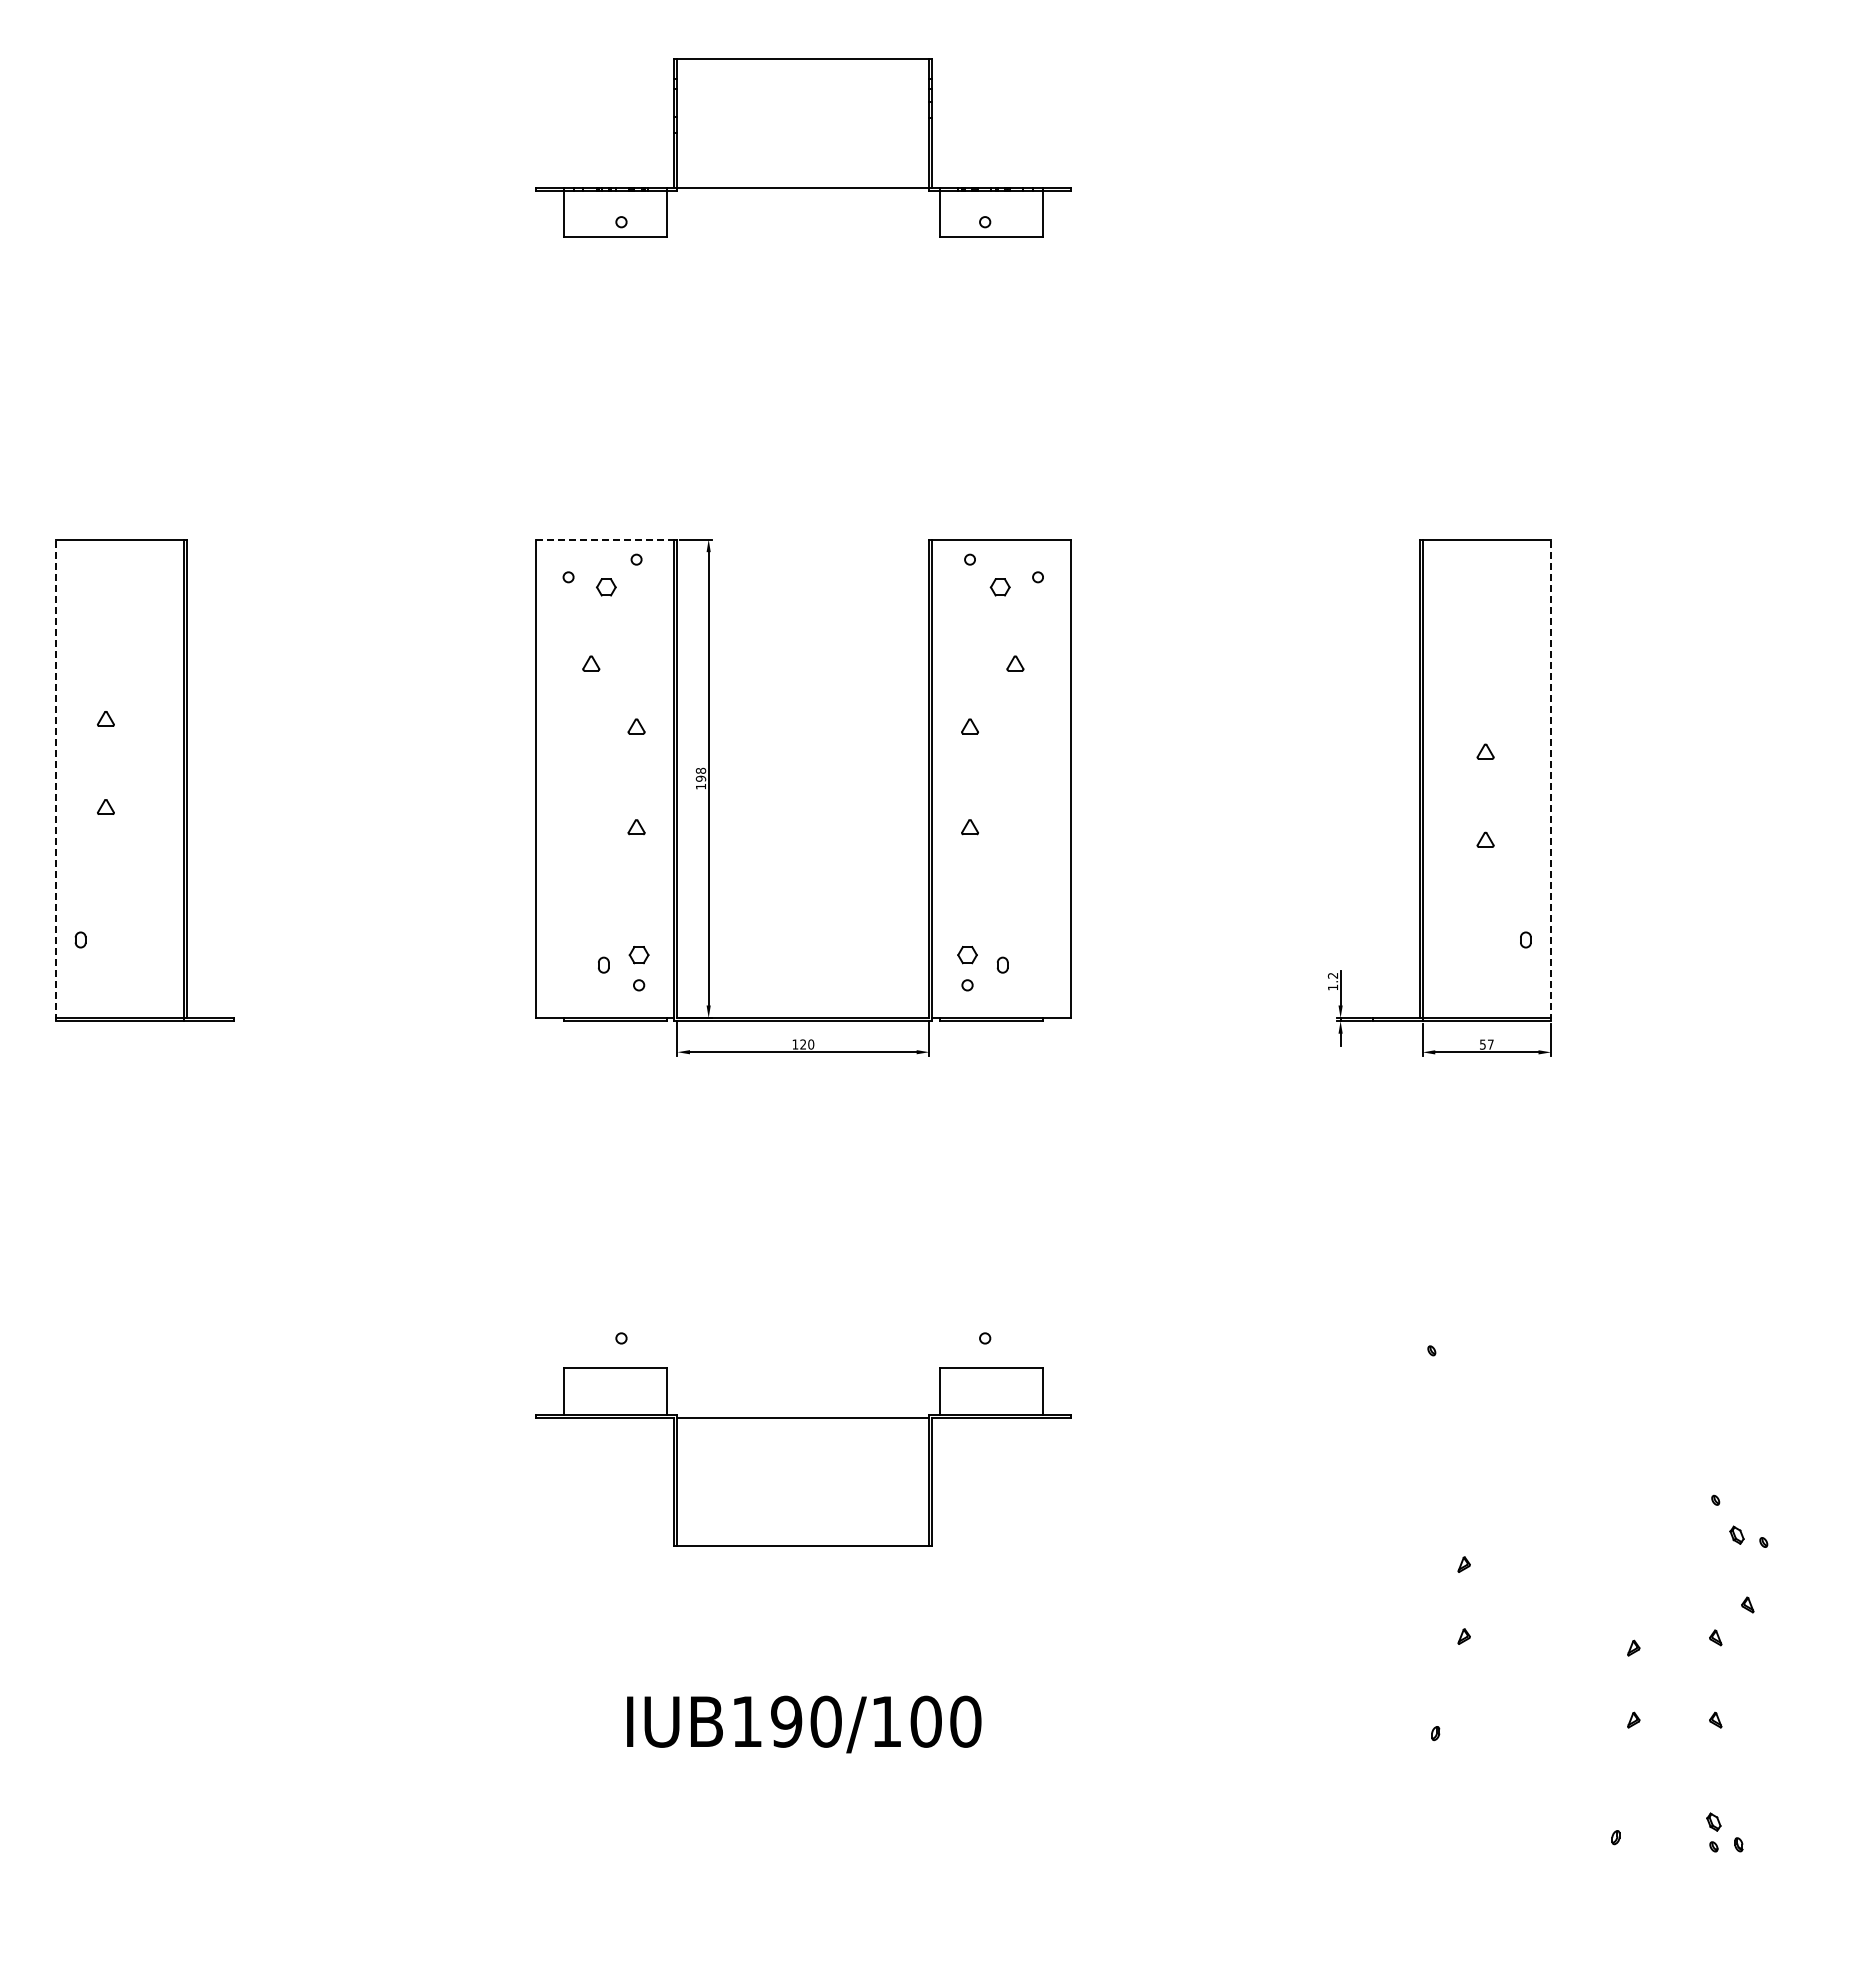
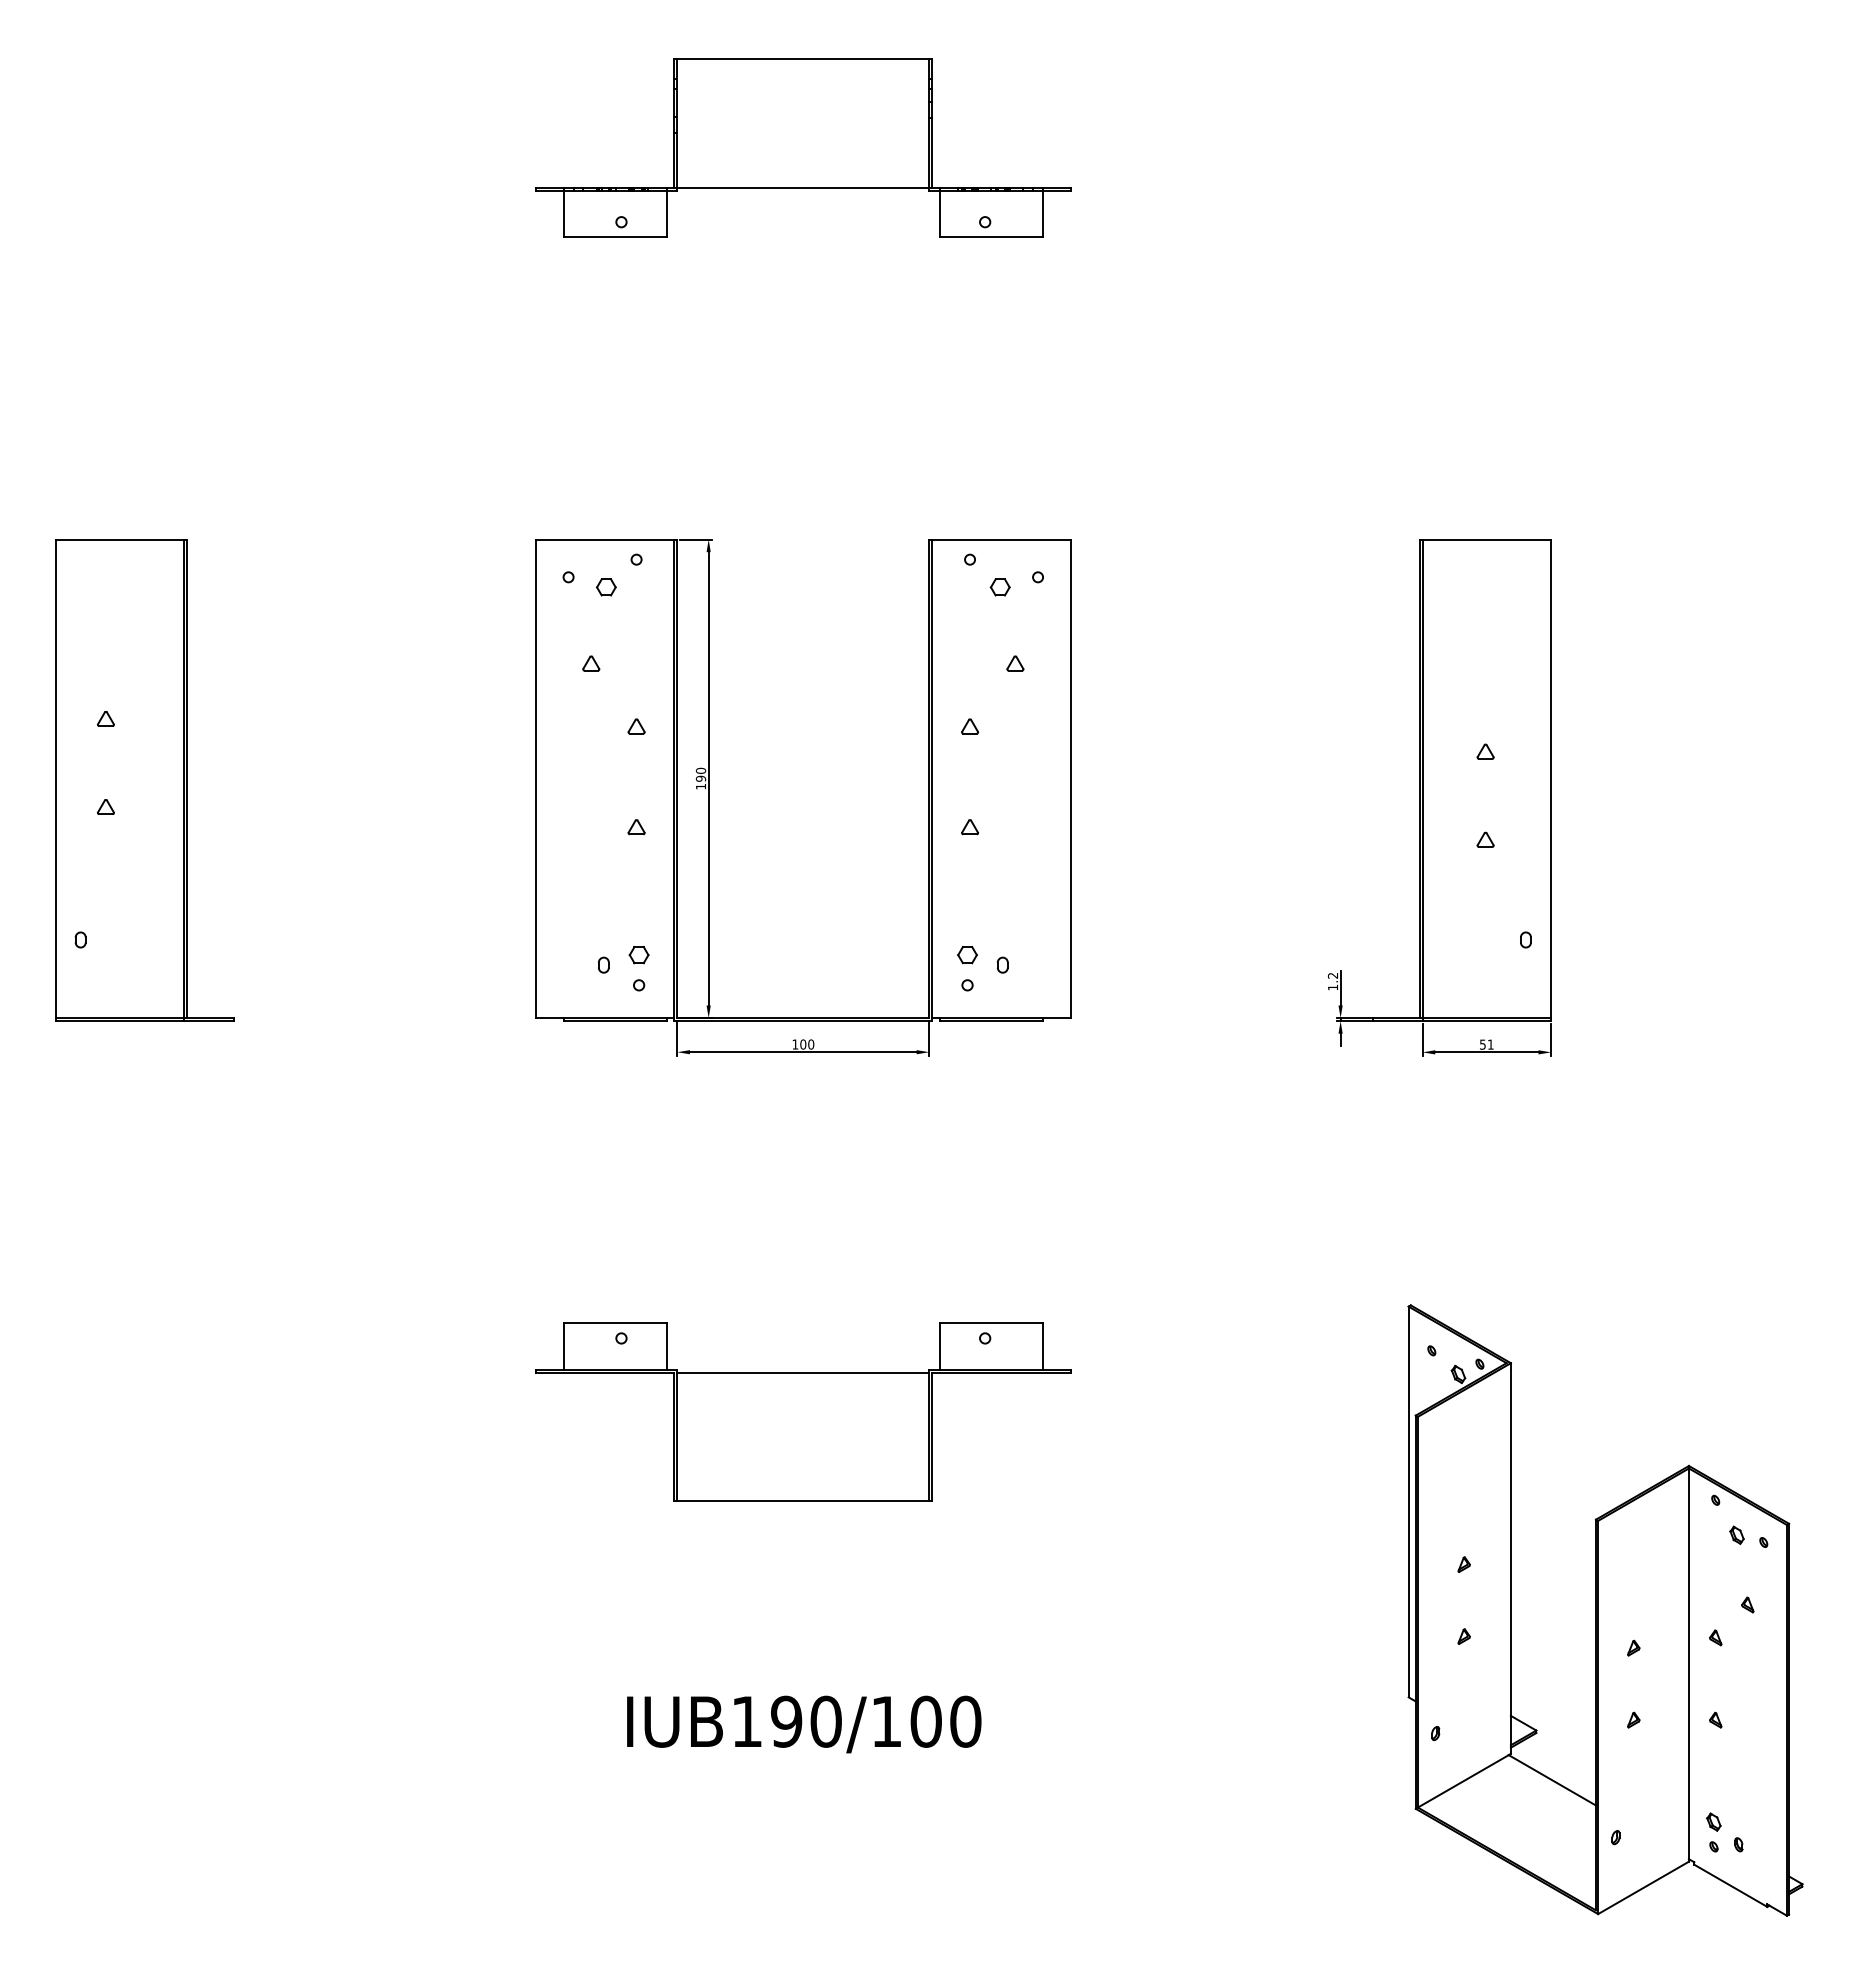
line at (605, 539): dashed -> solid
text at (700, 770): 198 -> 190
line at (55, 780): dashed -> solid
line at (1551, 780): dashed -> solid
text at (803, 1044): 120 -> 100
text at (1490, 1044): 57 -> 51
part at (803, 1456) position: (803, 1456) -> (803, 1411)
part at (1605, 1610): none -> present
